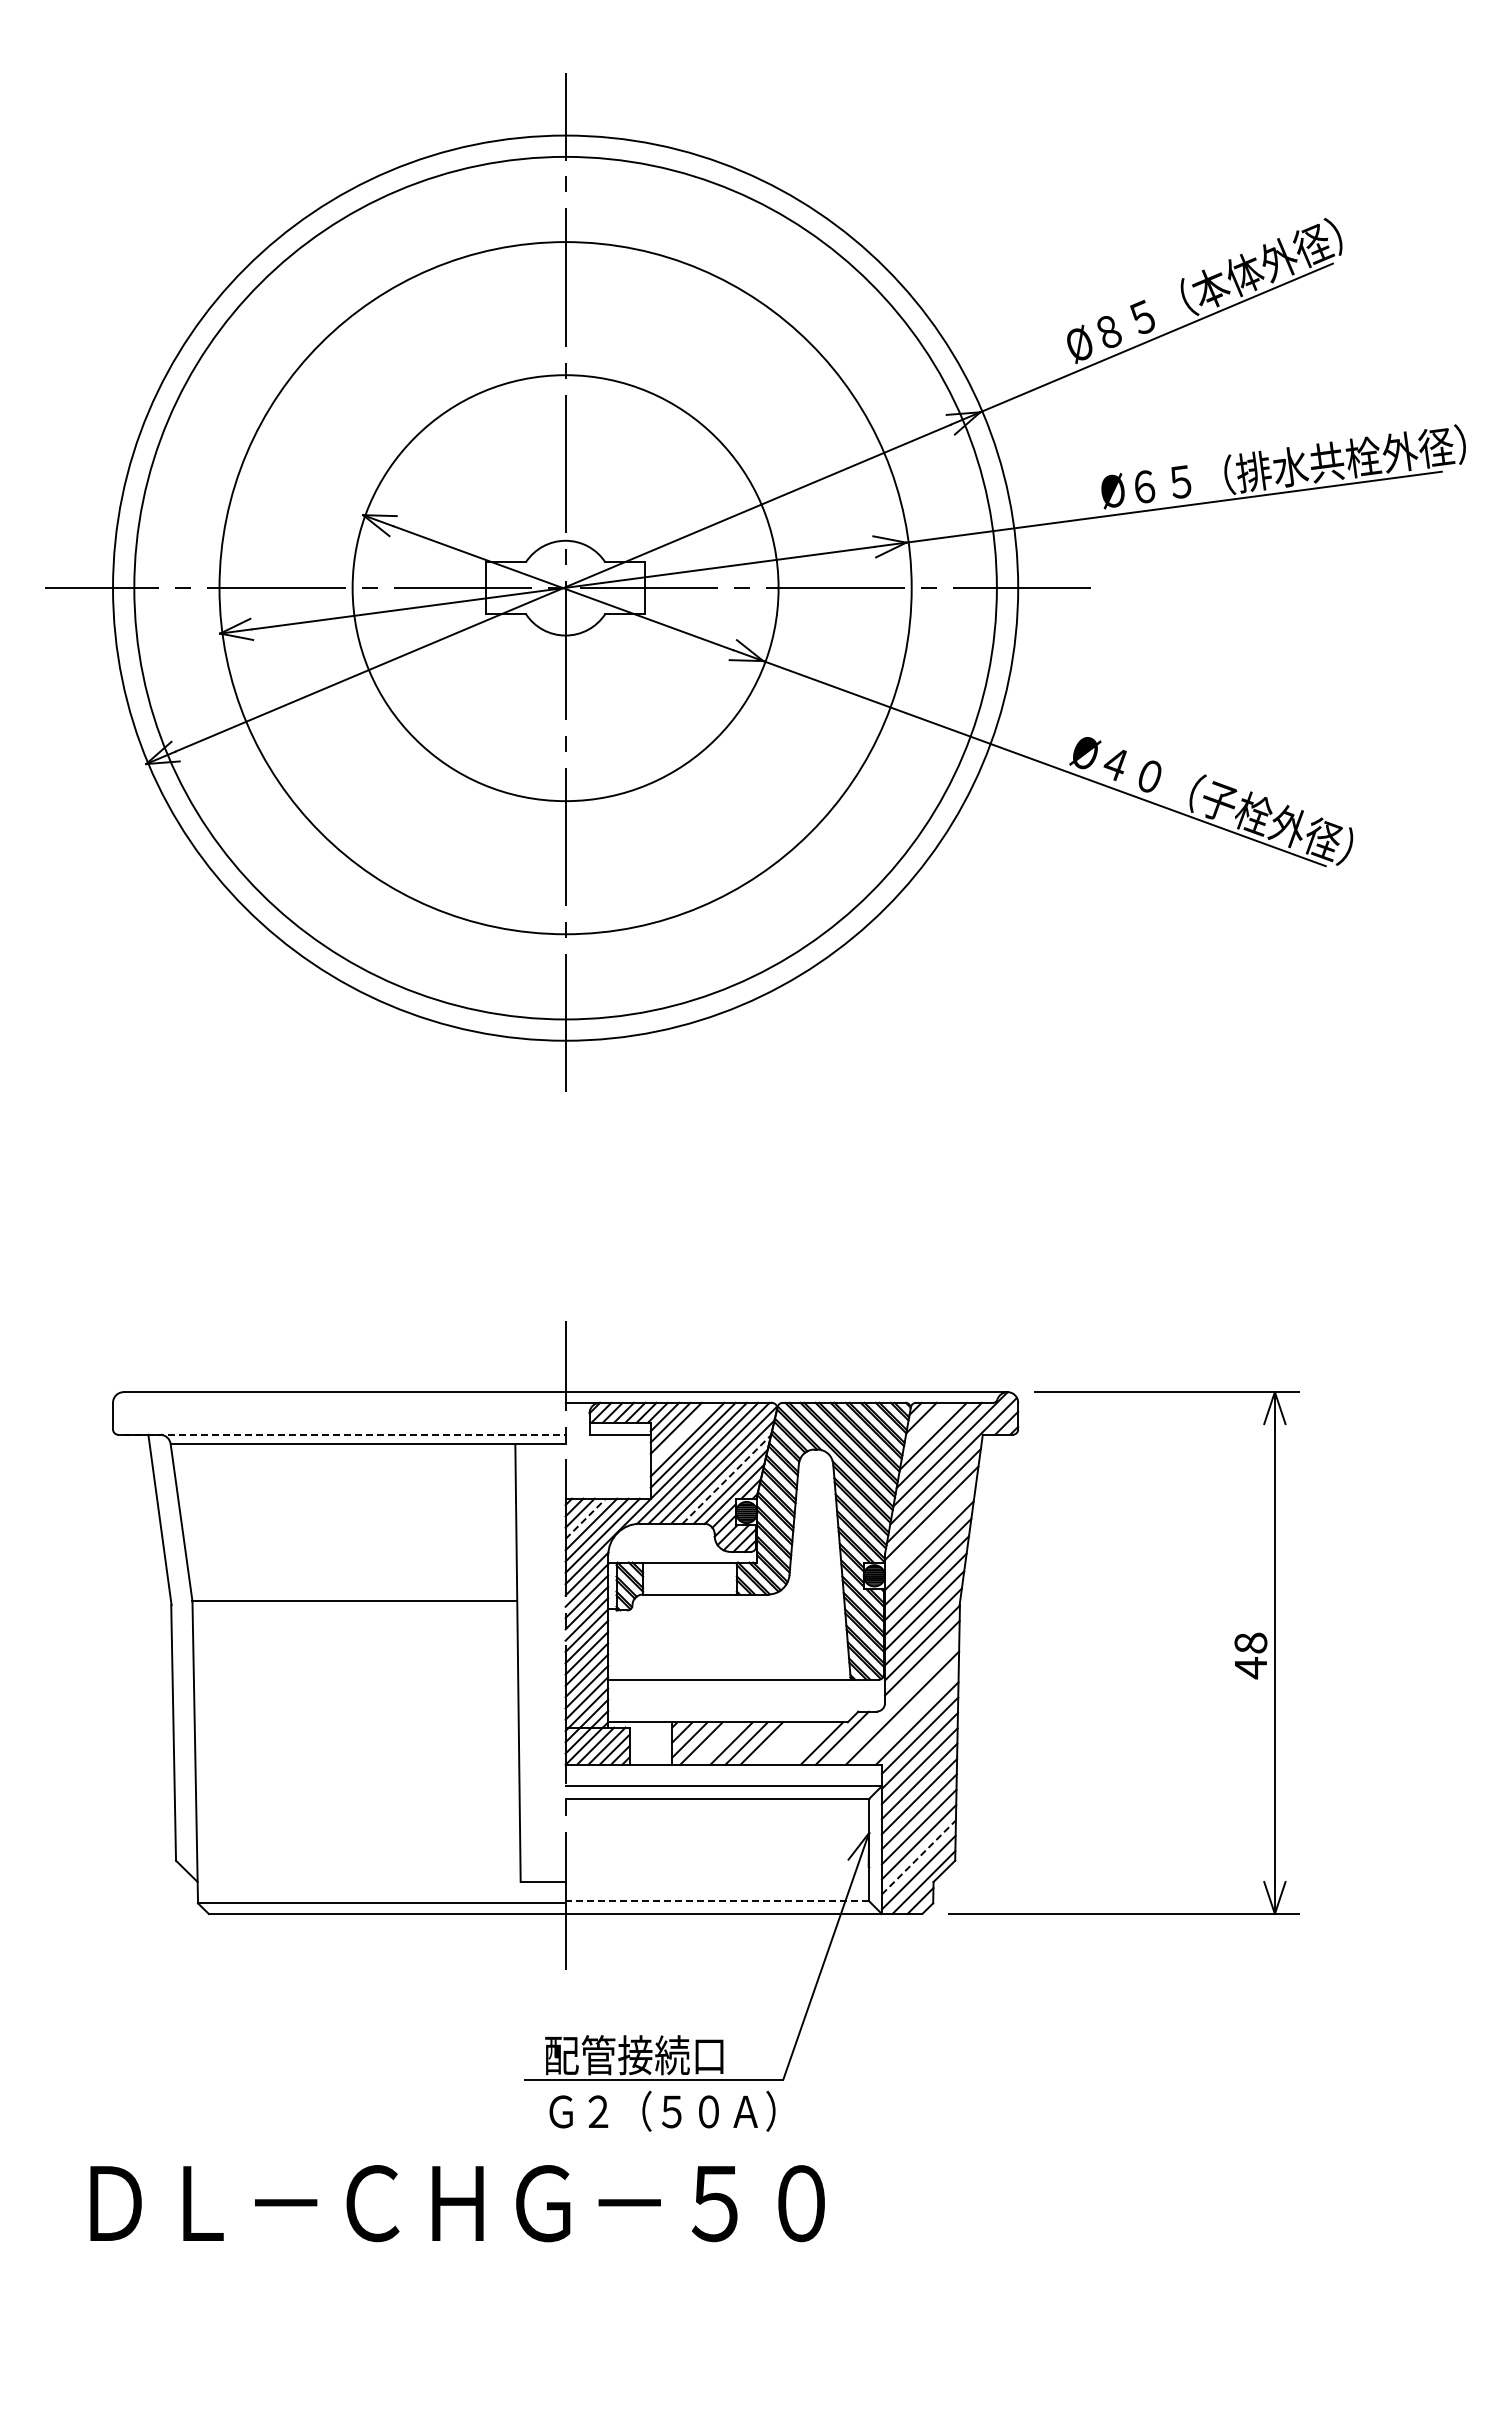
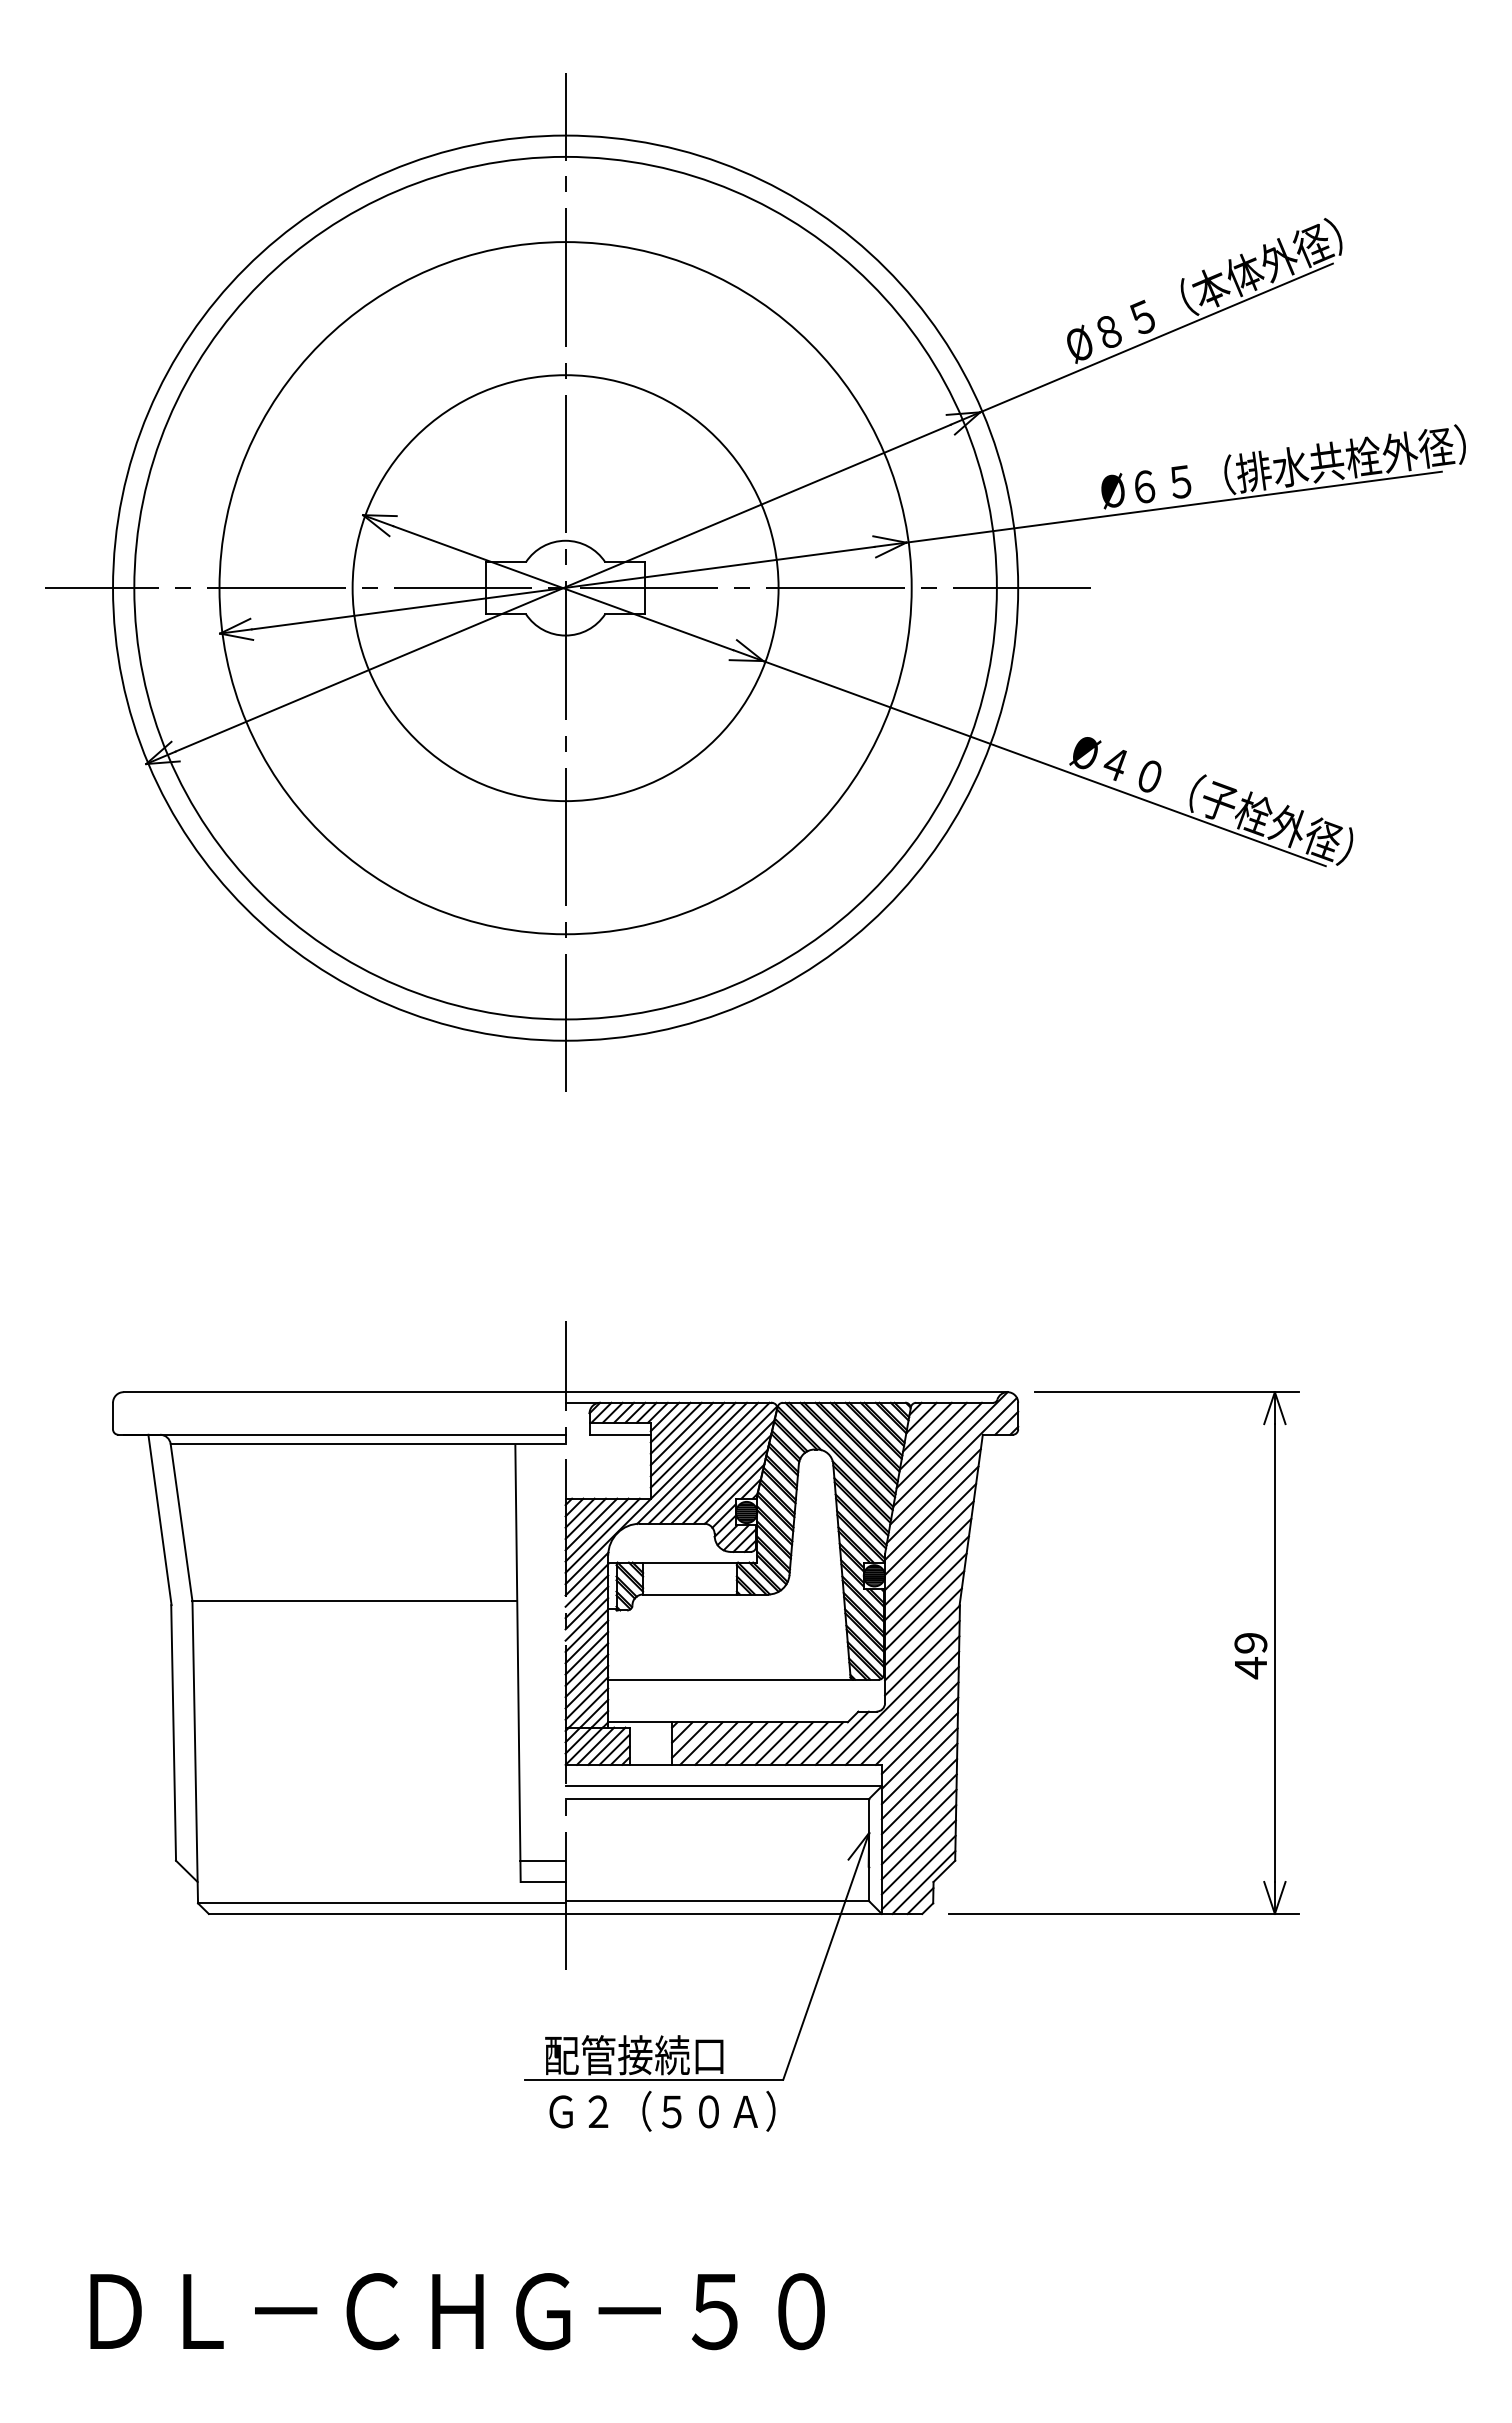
line at (927, 1426): none -> present
line at (681, 1433): none -> present
line at (344, 1434): dashed -> solid
line at (726, 1479): dashed -> solid
line at (585, 1518): dashed -> solid
line at (930, 1529): none -> present
text at (1250, 1642): 48 -> 49
line at (894, 1700): none -> present
line at (909, 1715): none -> present
line at (716, 1743): none -> present
line at (776, 1743): none -> present
line at (791, 1743): none -> present
line at (806, 1743): none -> present
line at (919, 1857): dashed -> solid
line at (542, 1860): none -> present
line at (717, 1901): dashed -> solid
text at (457, 2203) position: (457, 2203) -> (457, 2311)
